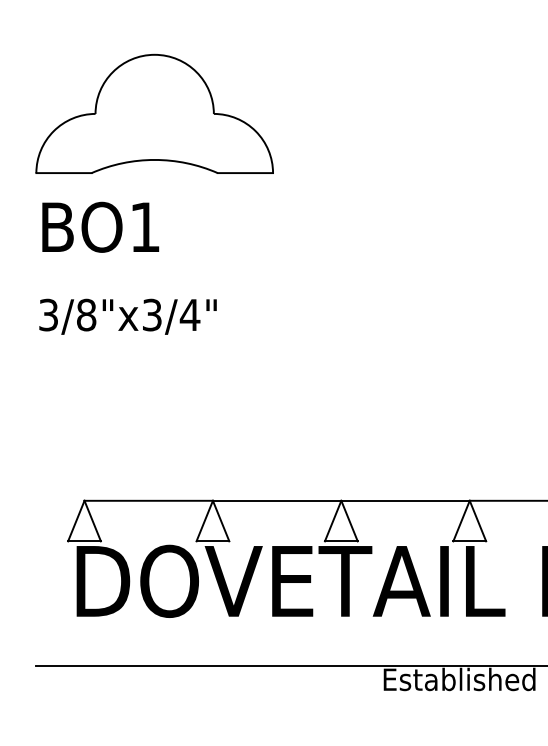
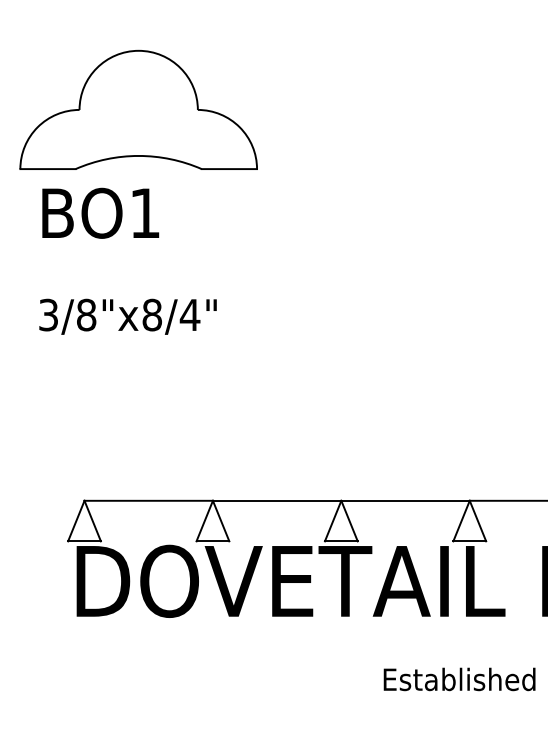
part at (154, 113) position: (154, 113) -> (138, 109)
text at (100, 226) position: (100, 226) -> (100, 212)
text at (151, 314): 3/8"x3/4" -> 3/8"x8/4"
line at (290, 665): present -> none
